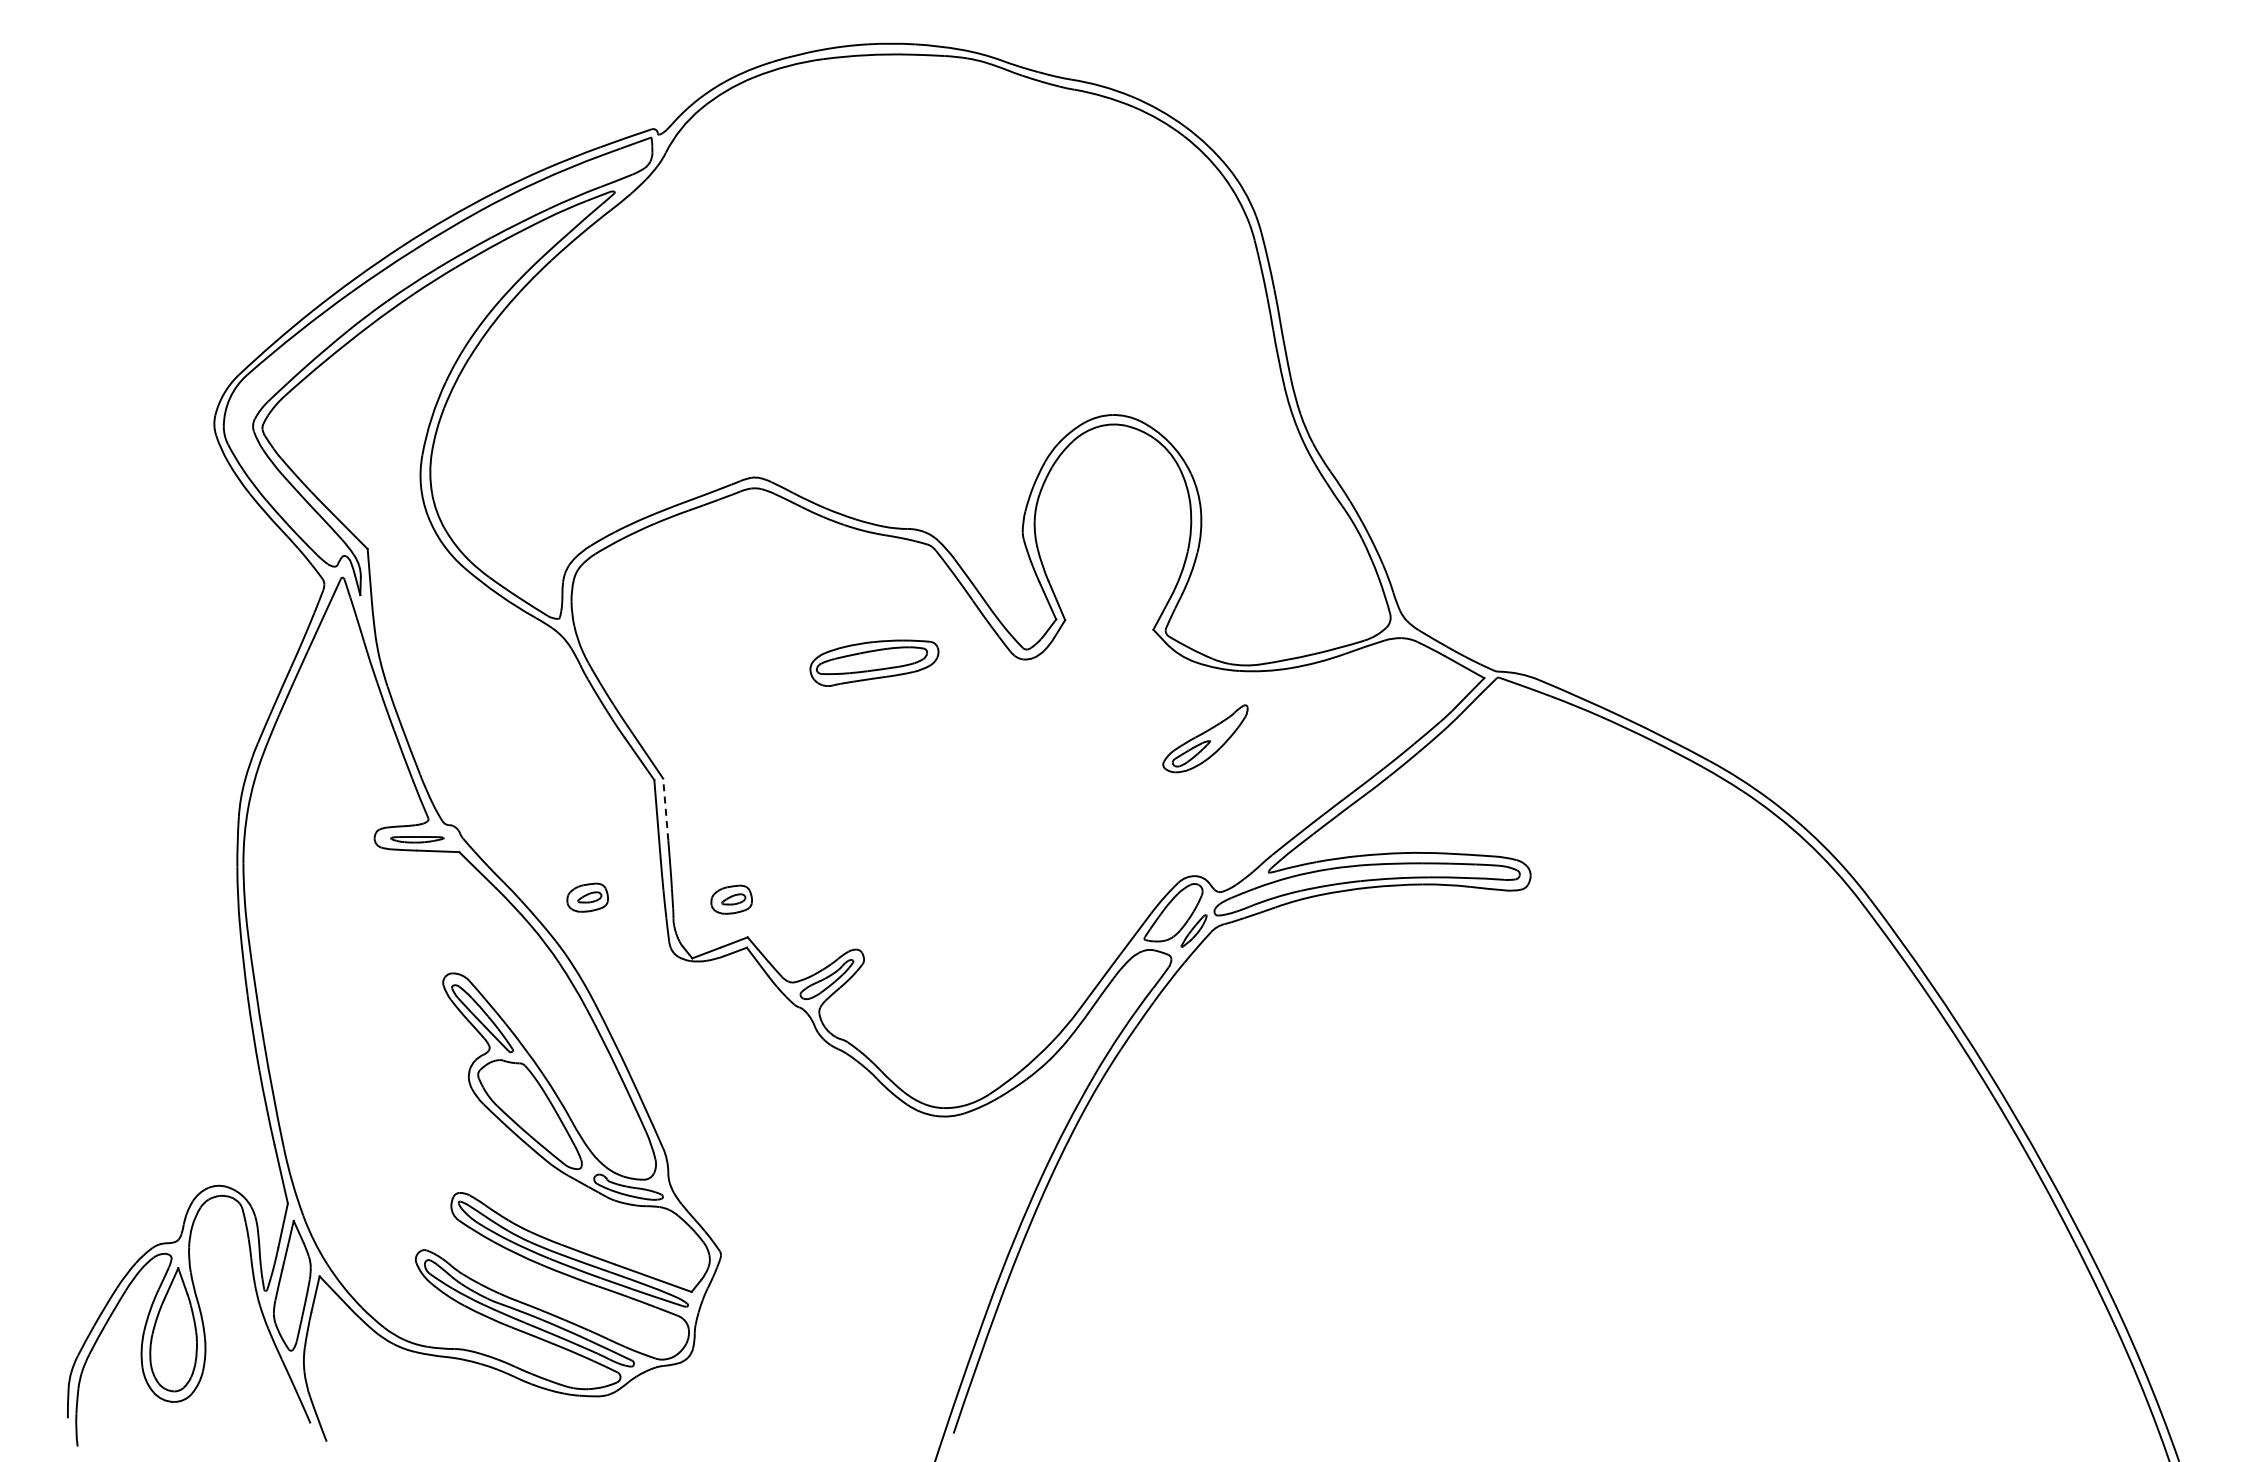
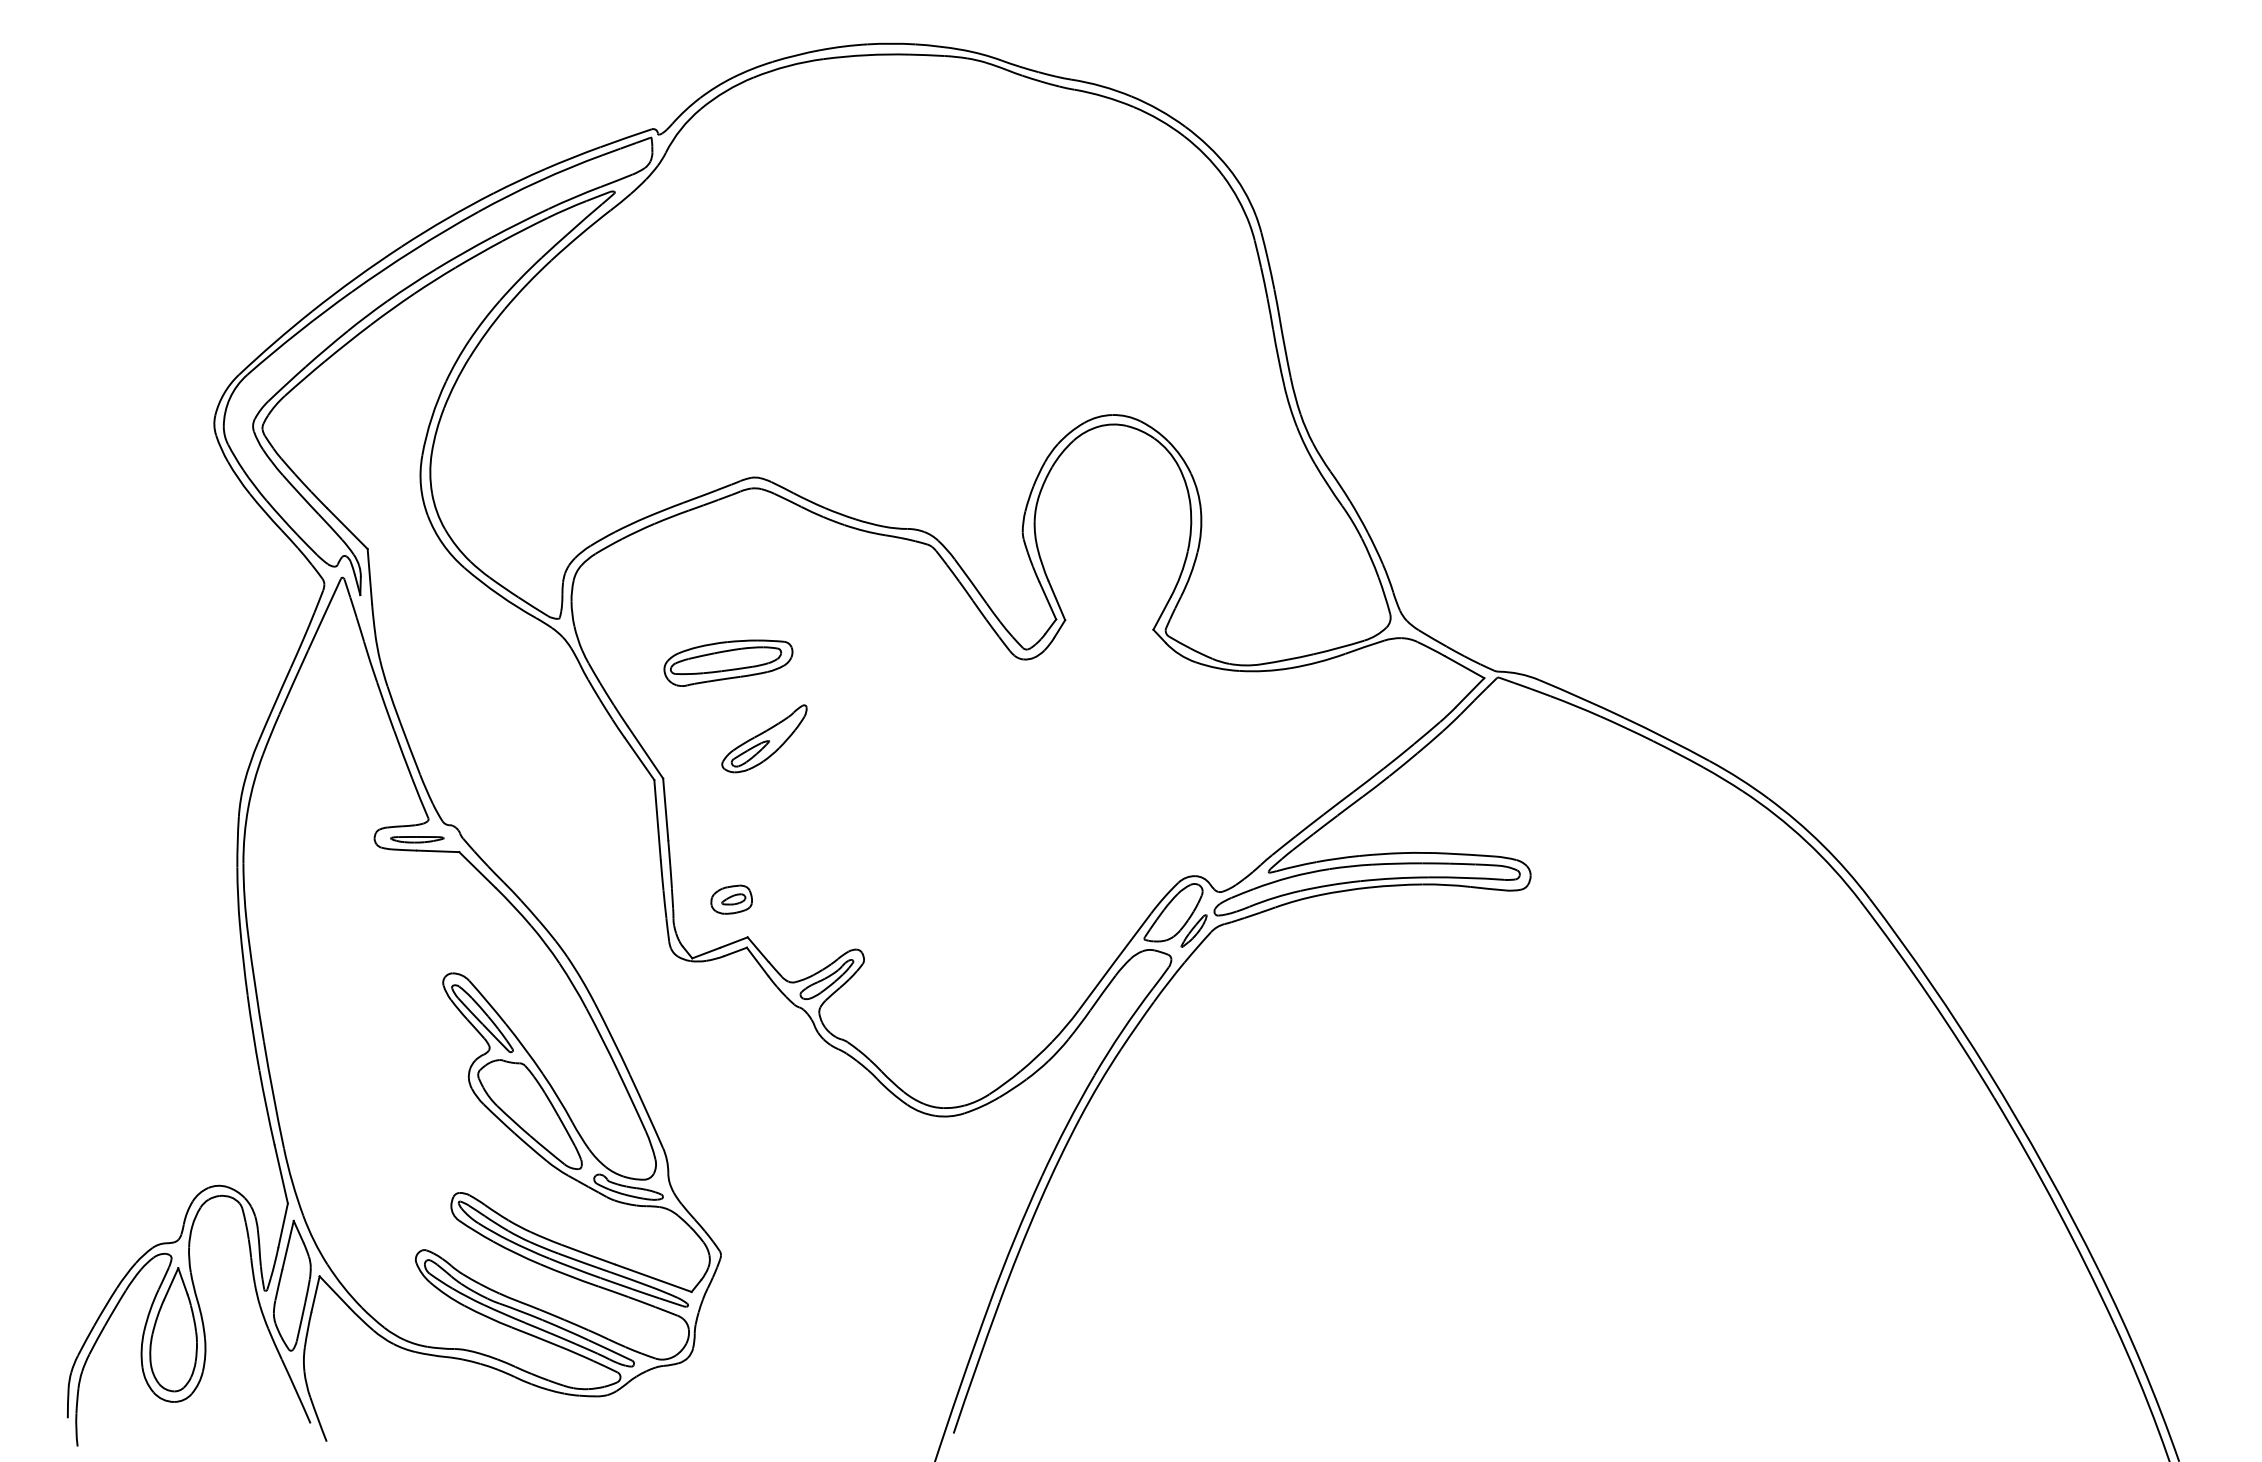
part at (874, 662) position: (874, 662) -> (728, 662)
part at (1205, 738) position: (1205, 738) -> (764, 738)
line at (665, 809): dashed -> solid
part at (587, 897): present -> none
